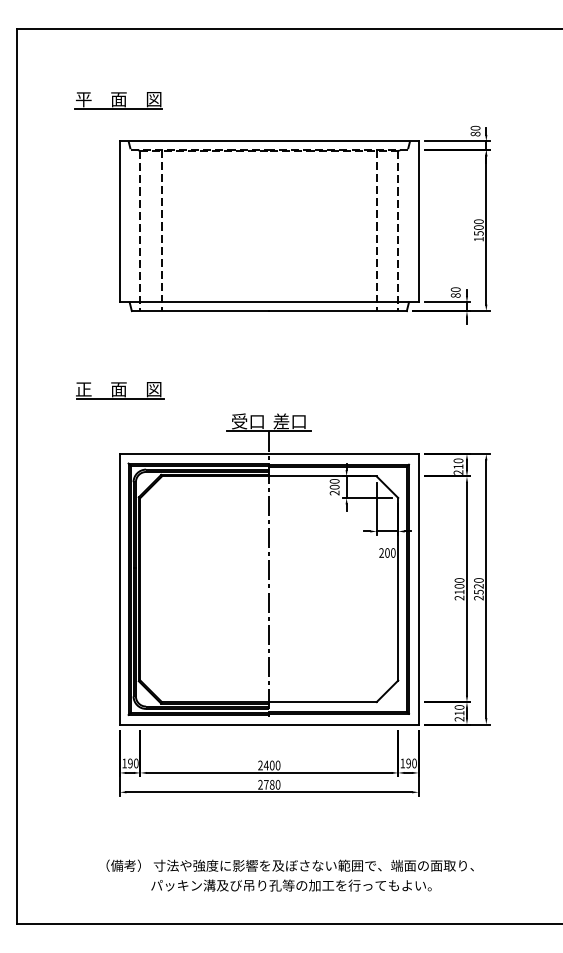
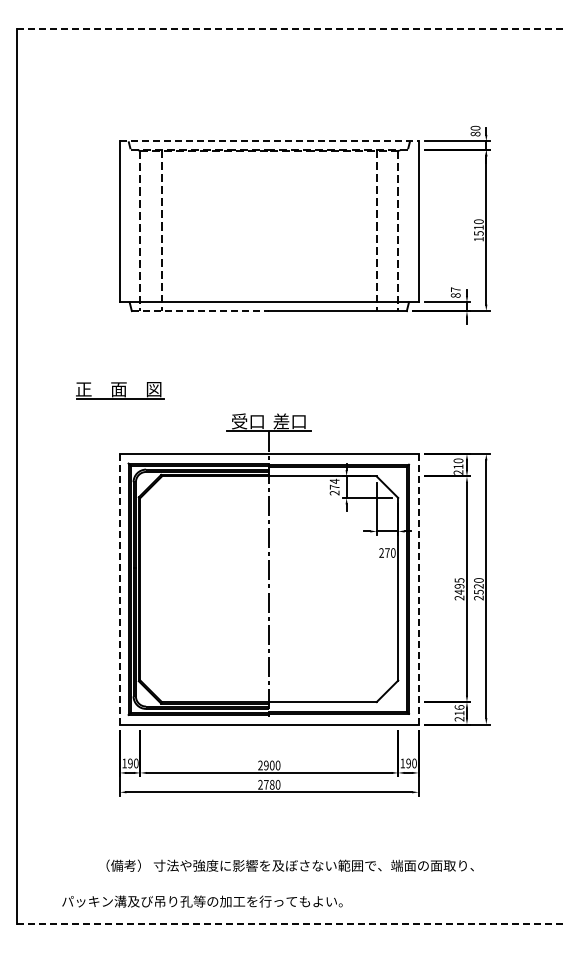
line at (289, 28): solid -> dashed
part at (118, 100): present -> none
line at (269, 141): solid -> dashed
text at (478, 227): 1500 -> 1510
text at (455, 289): 80 -> 87
line at (200, 311): solid -> dashed
text at (334, 483): 200 -> 274
text at (387, 552): 200 -> 270
text at (459, 586): 2100 -> 2495
line at (120, 588): solid -> dashed
line at (418, 589): solid -> dashed
text at (459, 707): 210 -> 216
text at (265, 765): 2400 -> 2900
text at (291, 885) position: (291, 885) -> (202, 901)
line at (289, 924): solid -> dashed
